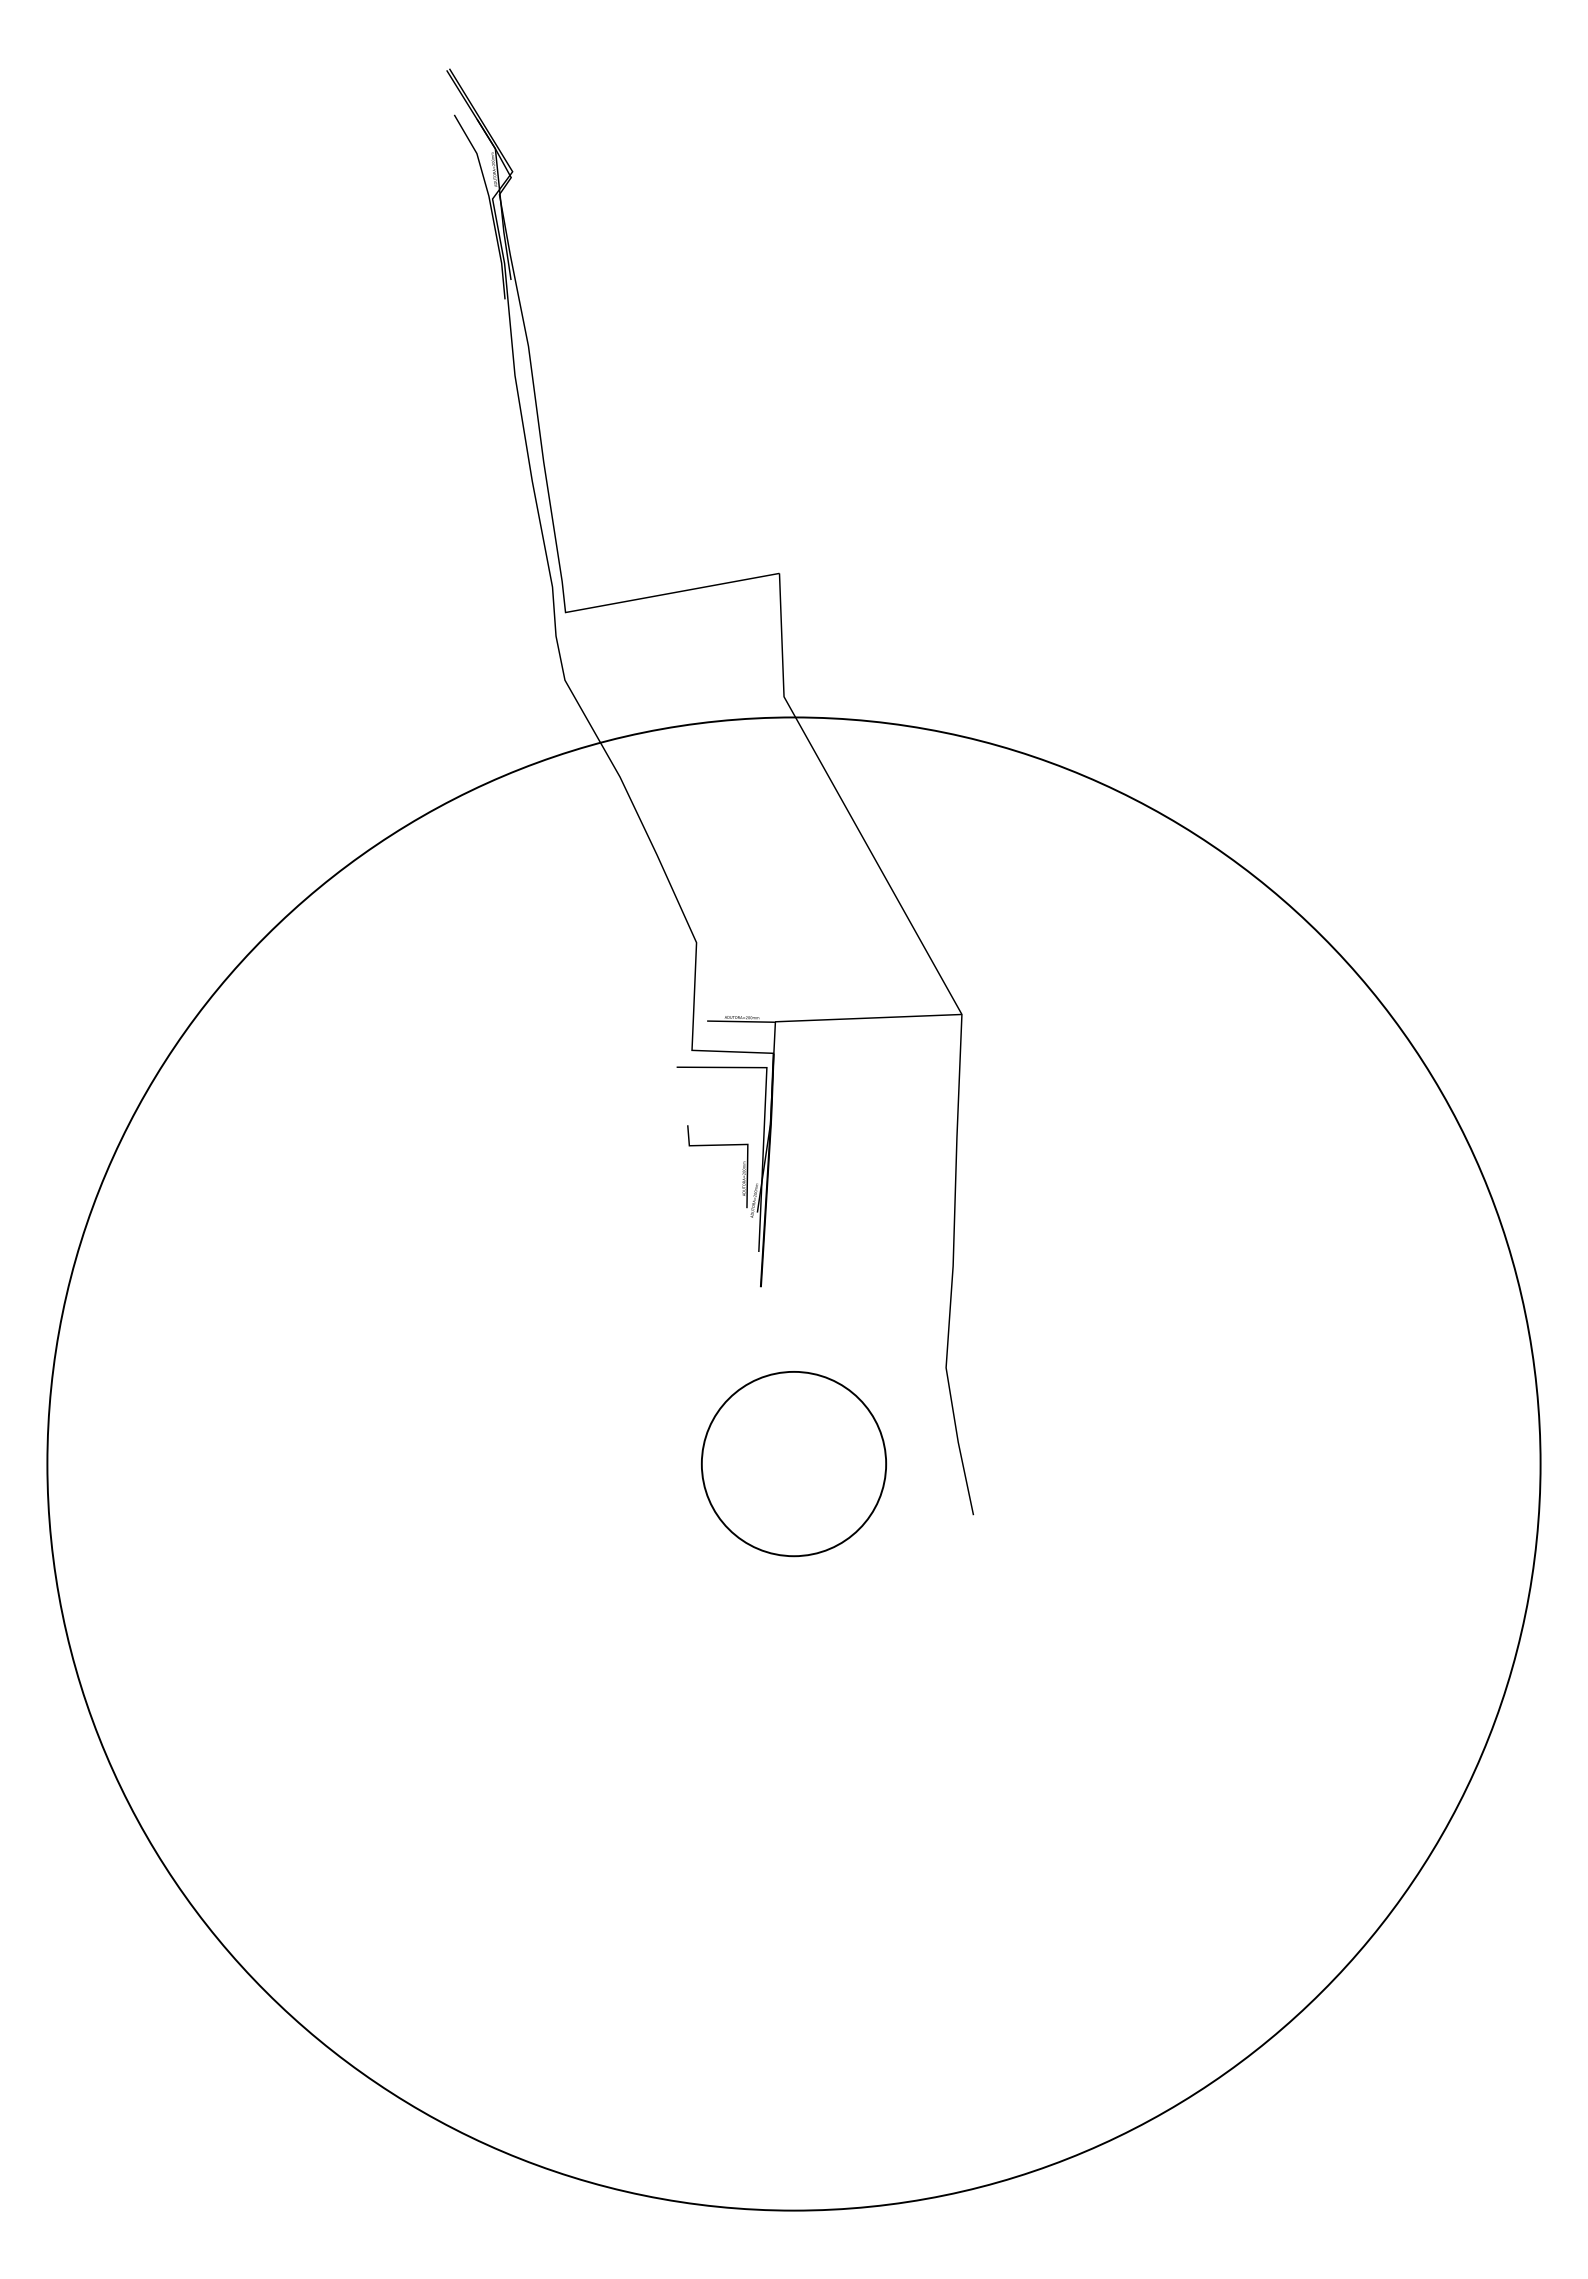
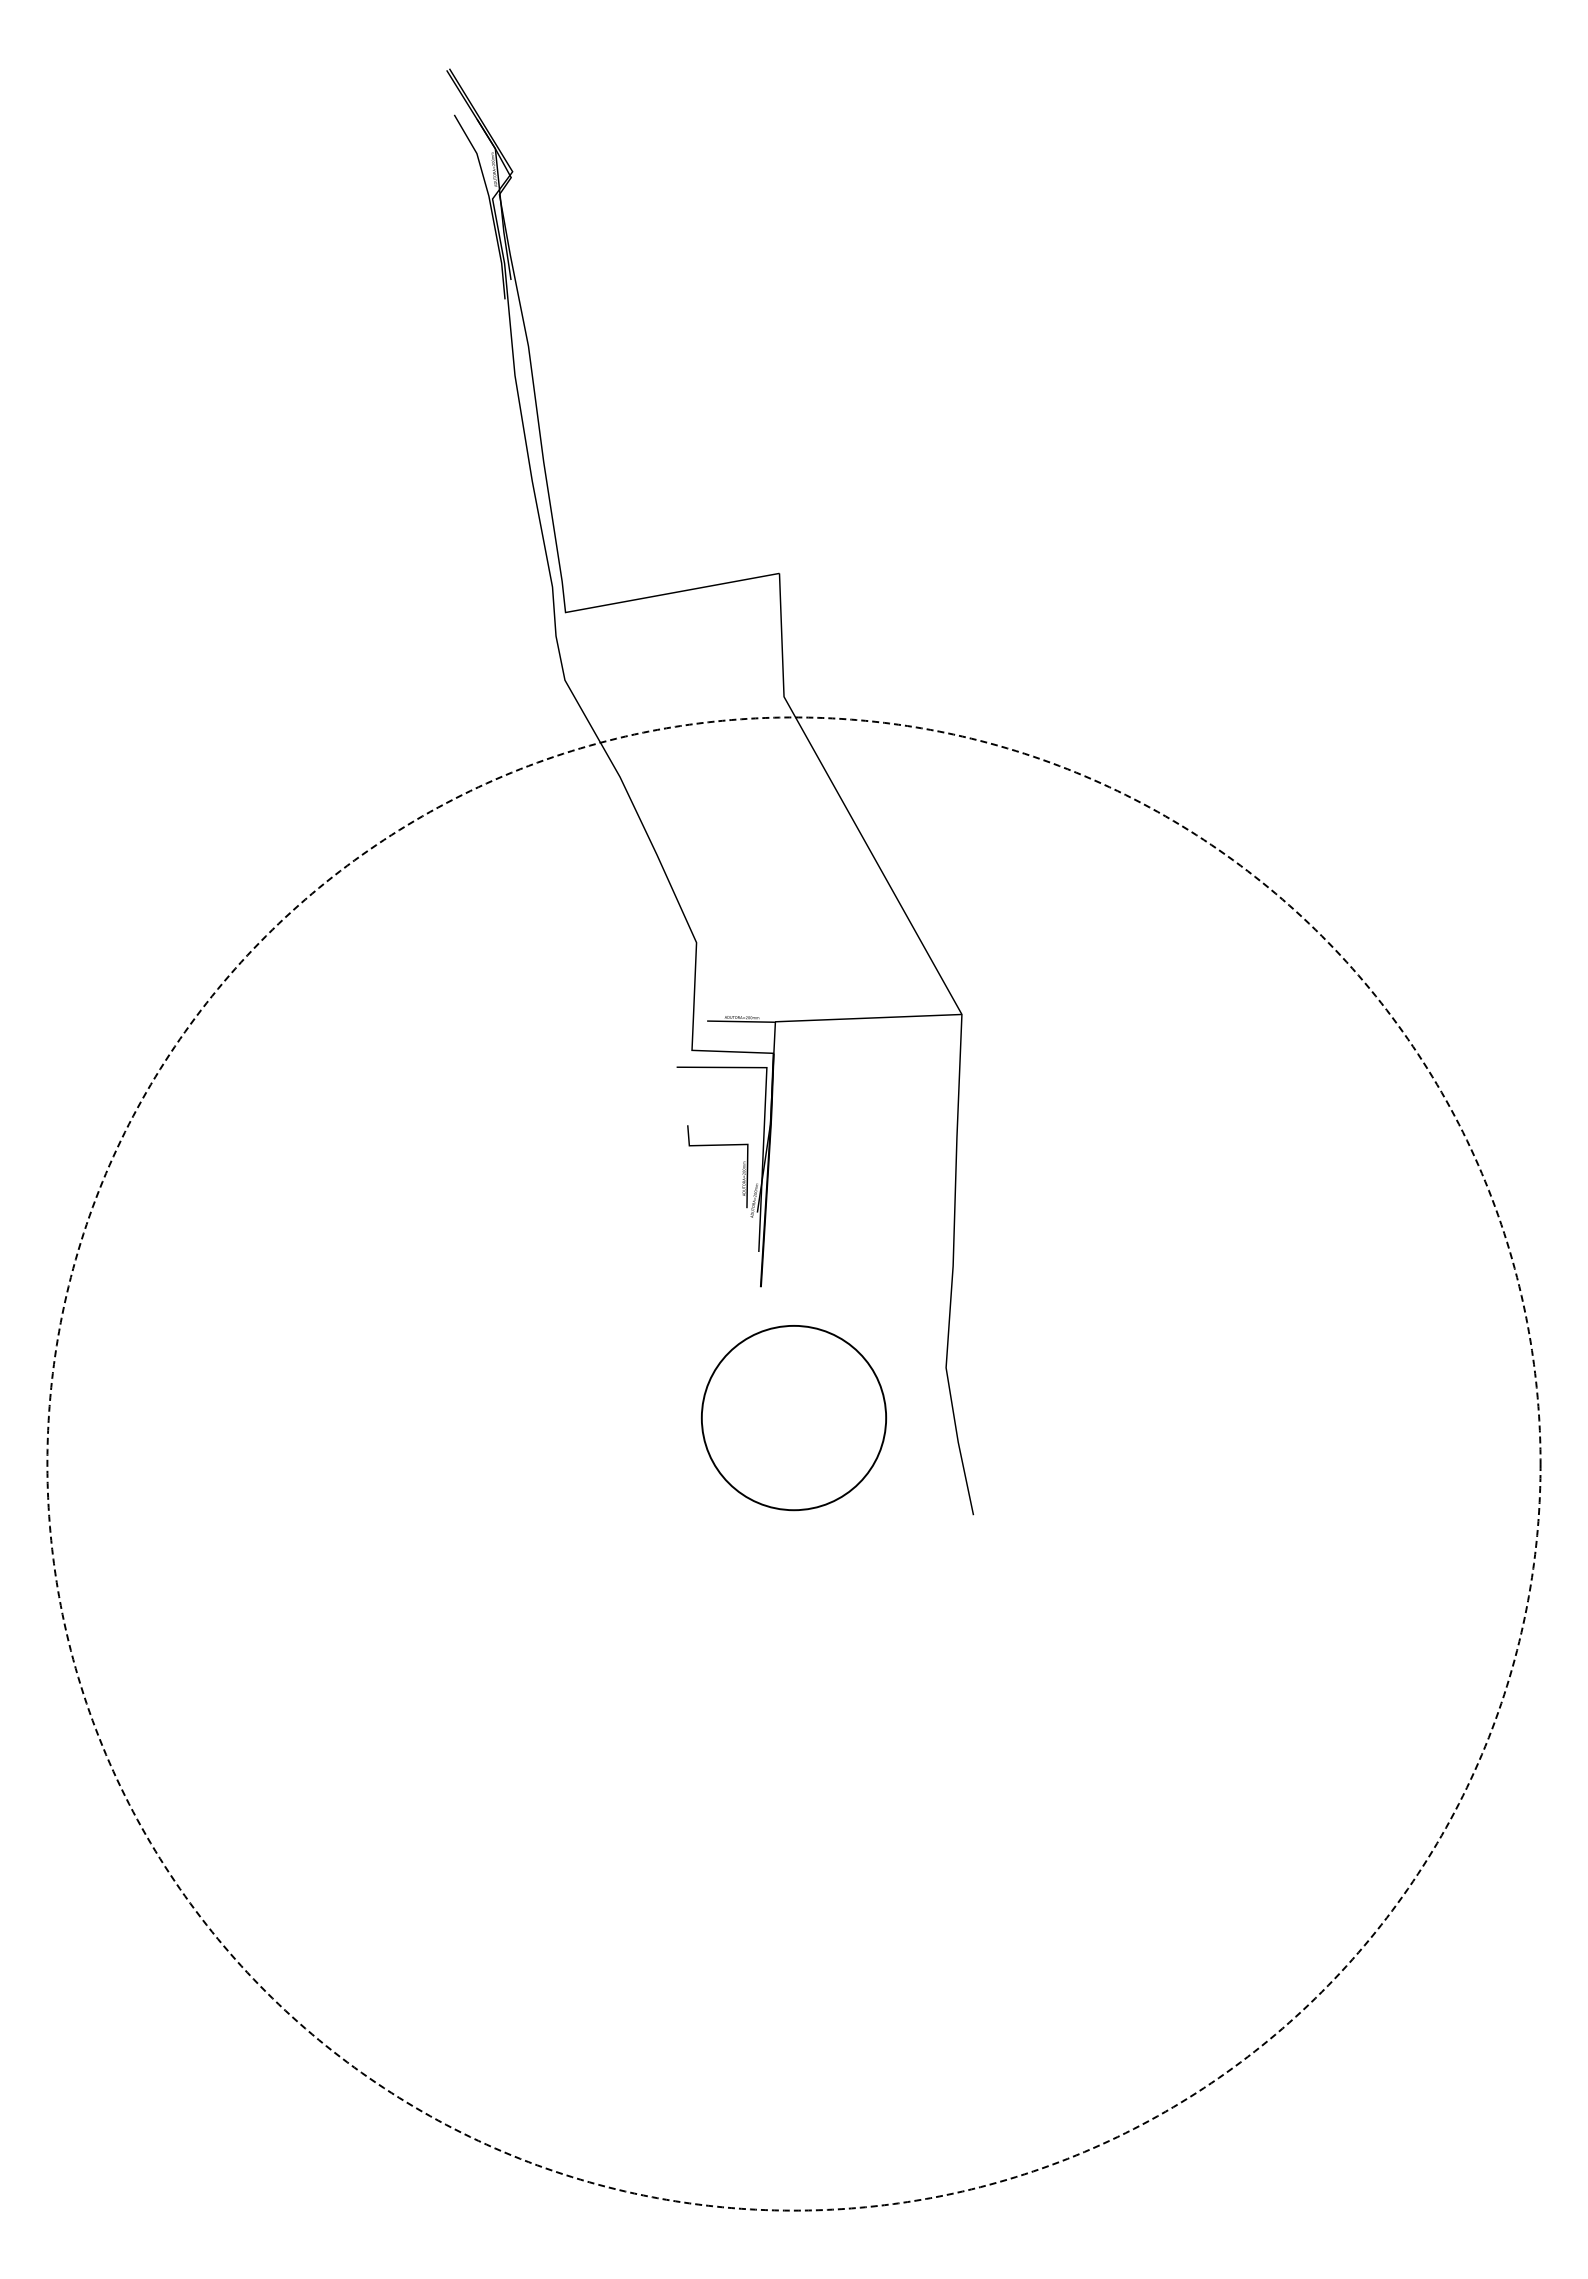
circle at (793, 1463): solid -> dashed
circle at (793, 1464) position: (793, 1464) -> (793, 1418)
